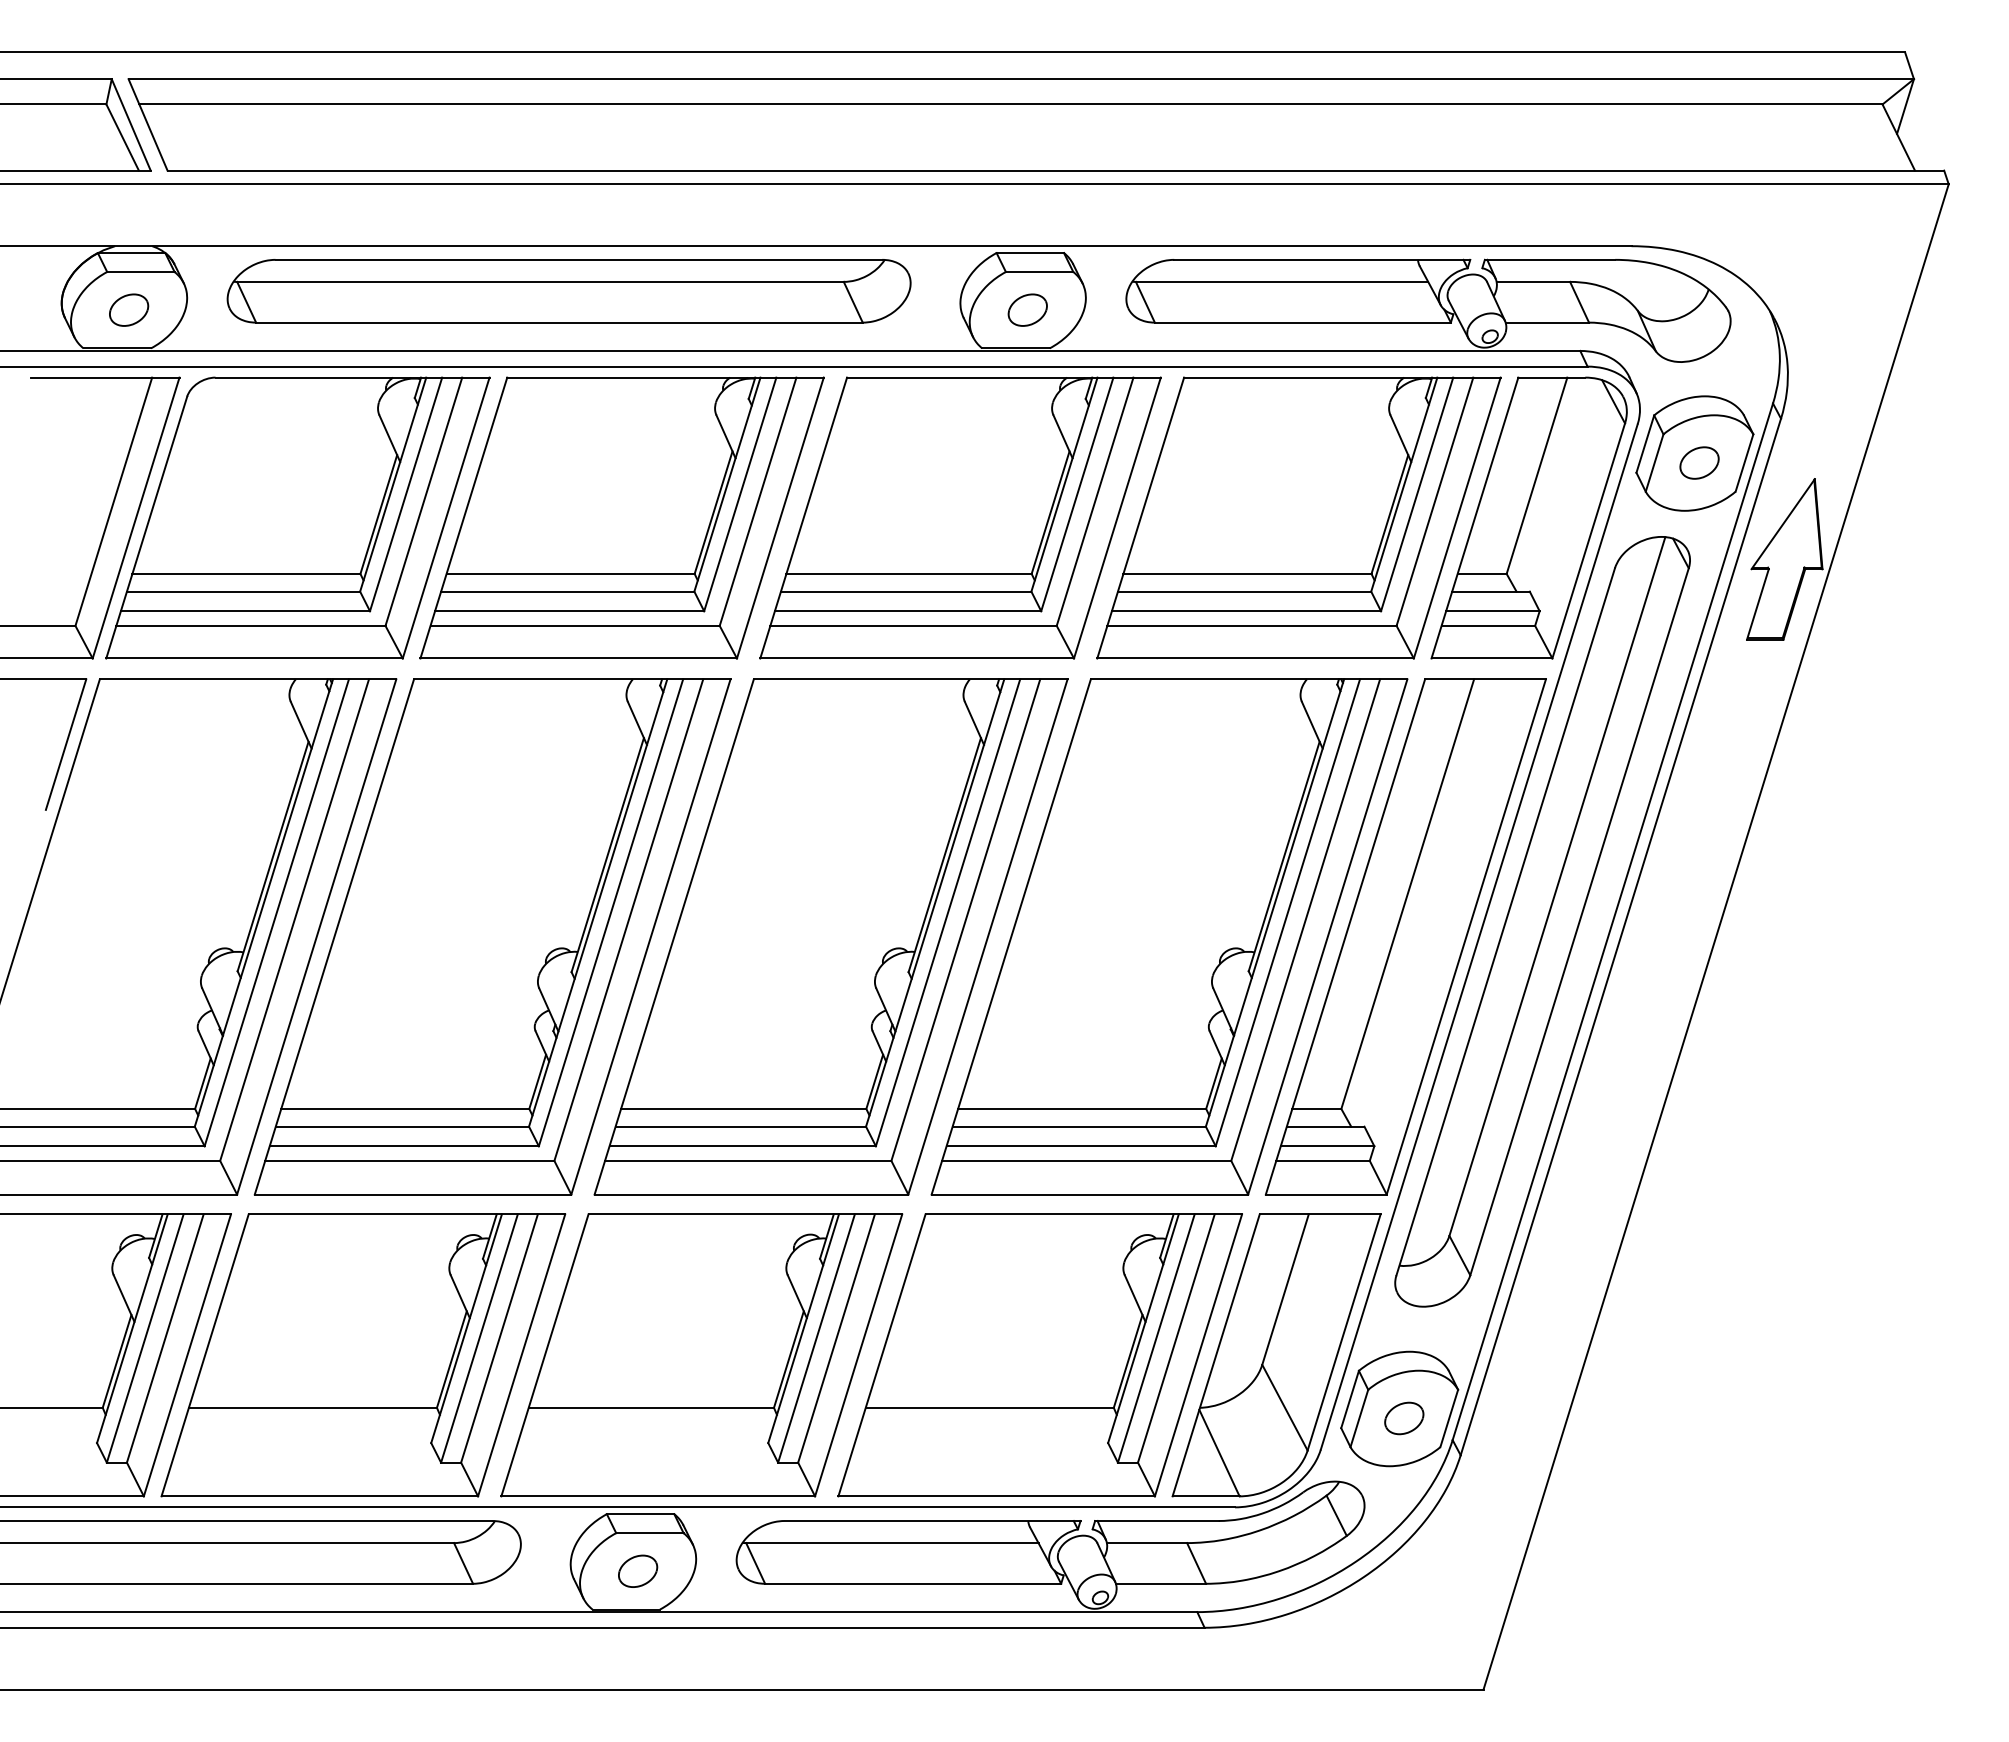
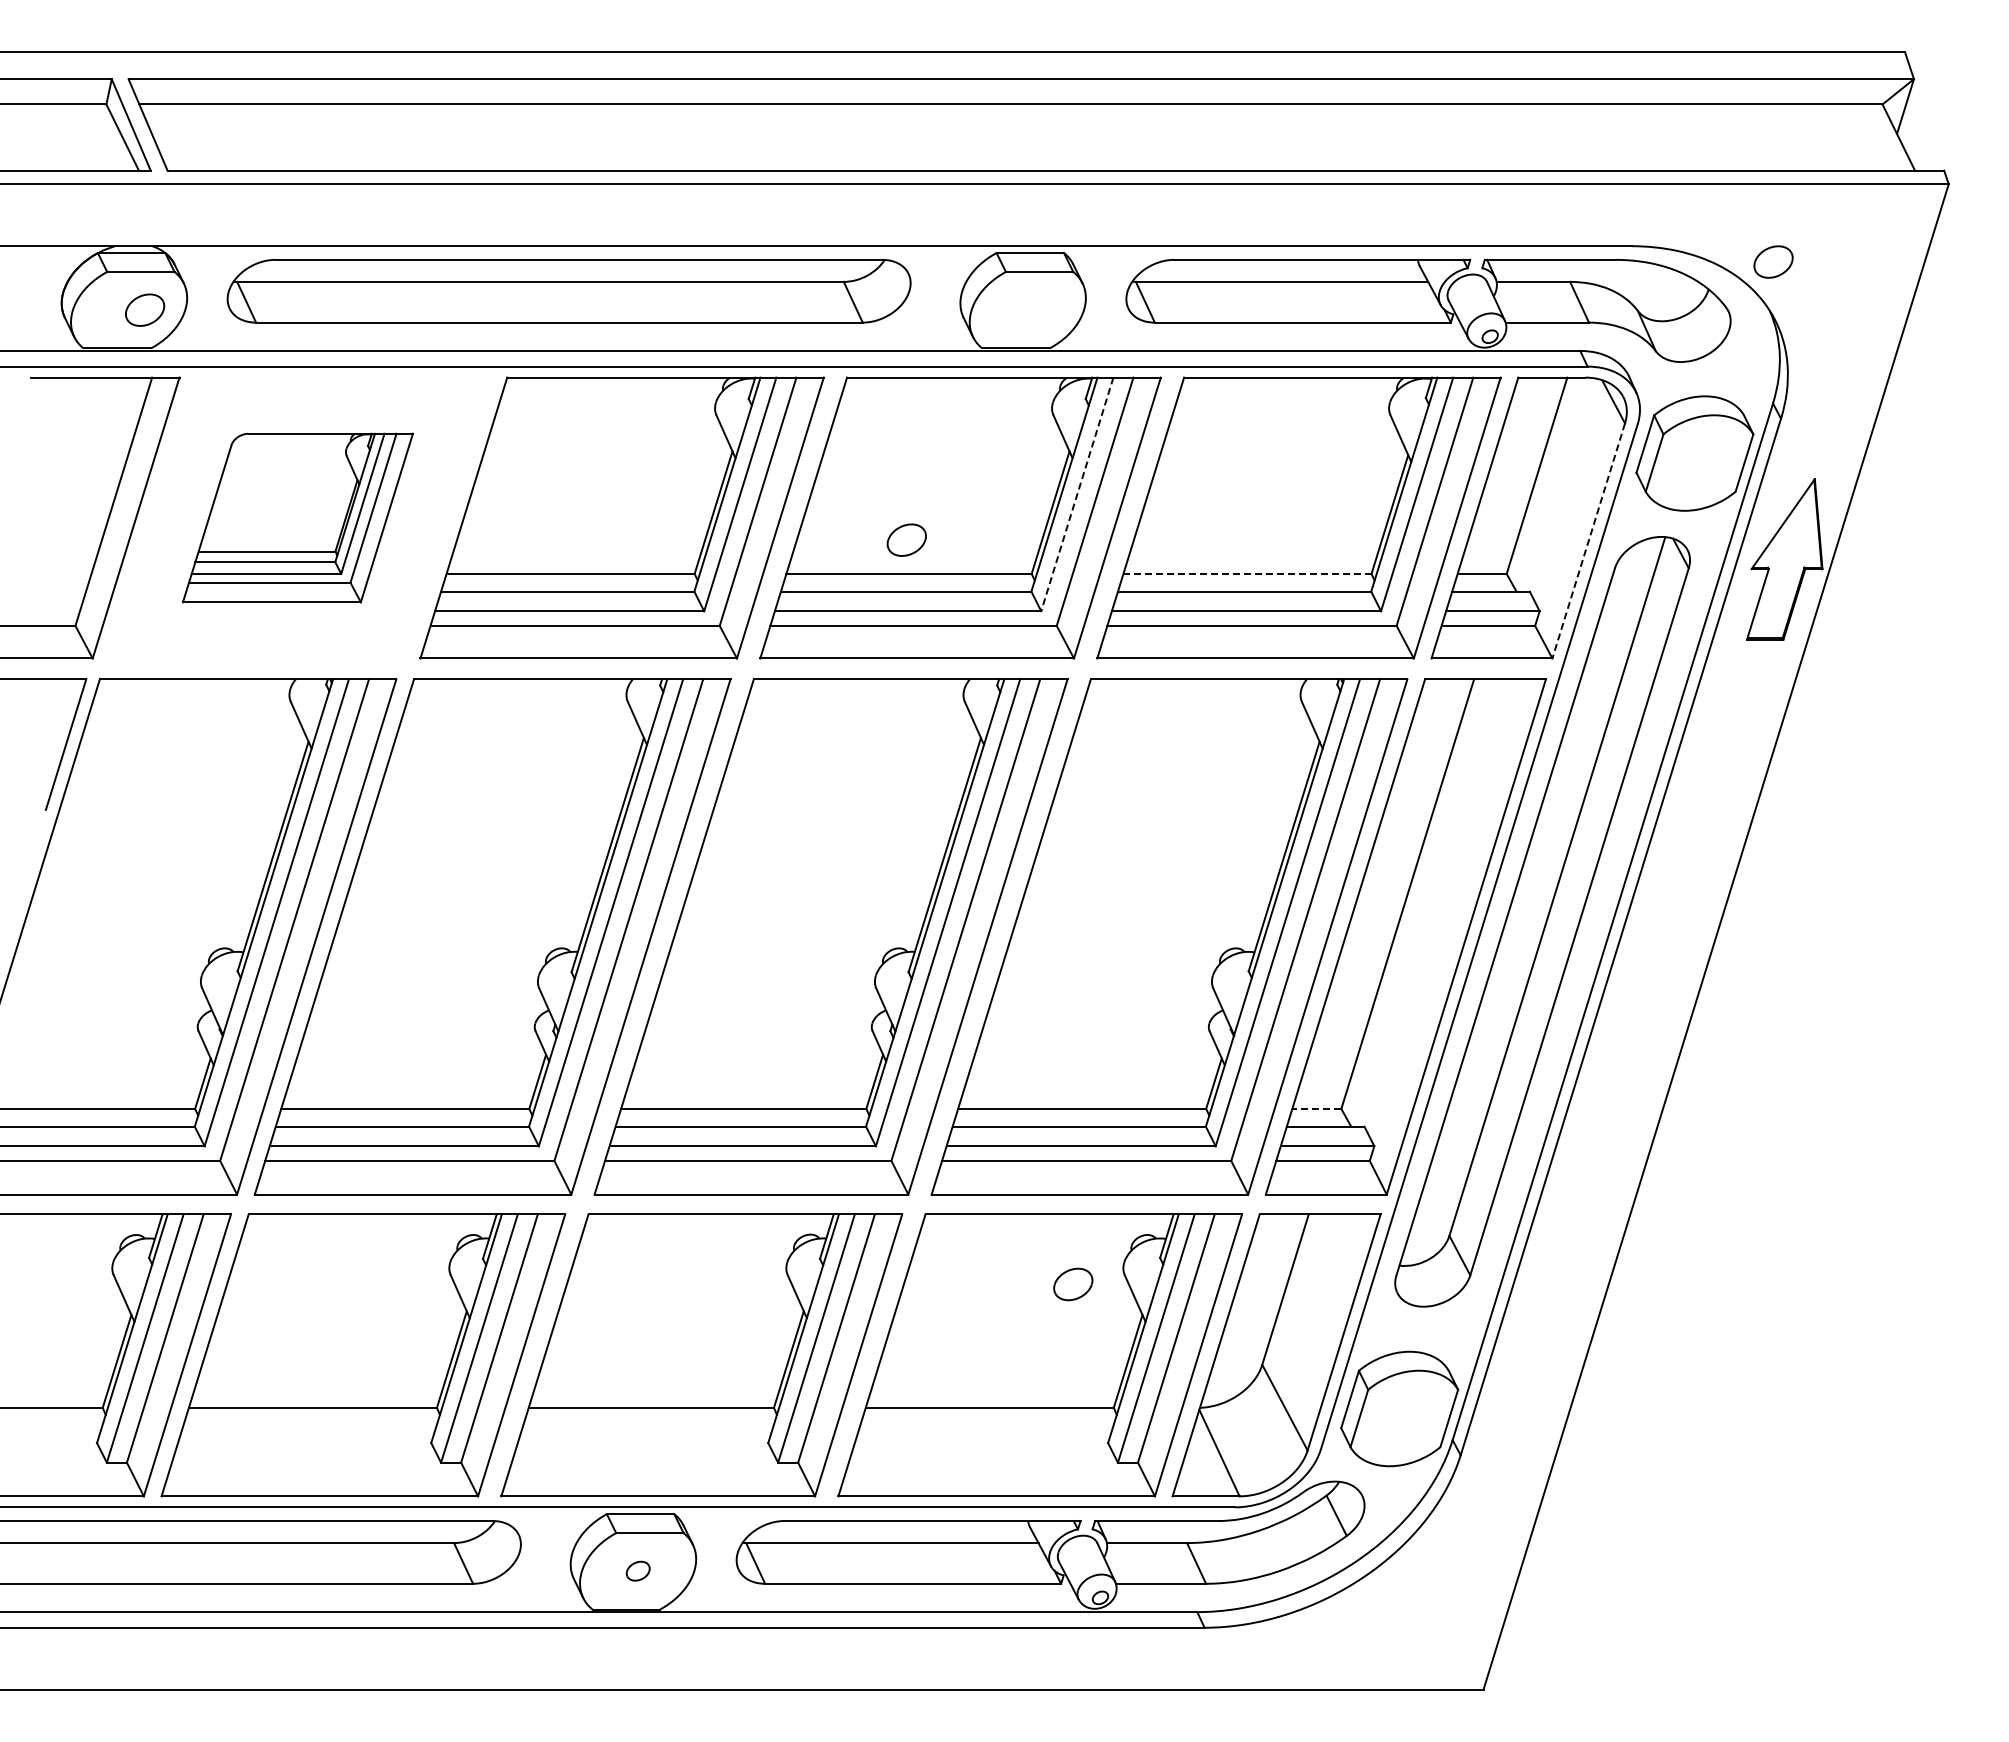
part at (129, 309) position: (129, 309) -> (145, 309)
part at (1027, 309) position: (1027, 309) -> (906, 539)
part at (1699, 462) position: (1699, 462) -> (1773, 261)
line at (1077, 494): solid -> dashed
part at (297, 517) size: 386x284 px -> 232x172 px
line at (1588, 540): solid -> dashed
line at (1246, 573): solid -> dashed
line at (1316, 1108): solid -> dashed
part at (1404, 1418) position: (1404, 1418) -> (1073, 1284)
part at (638, 1570) size: 41x34 px -> 26x22 px
